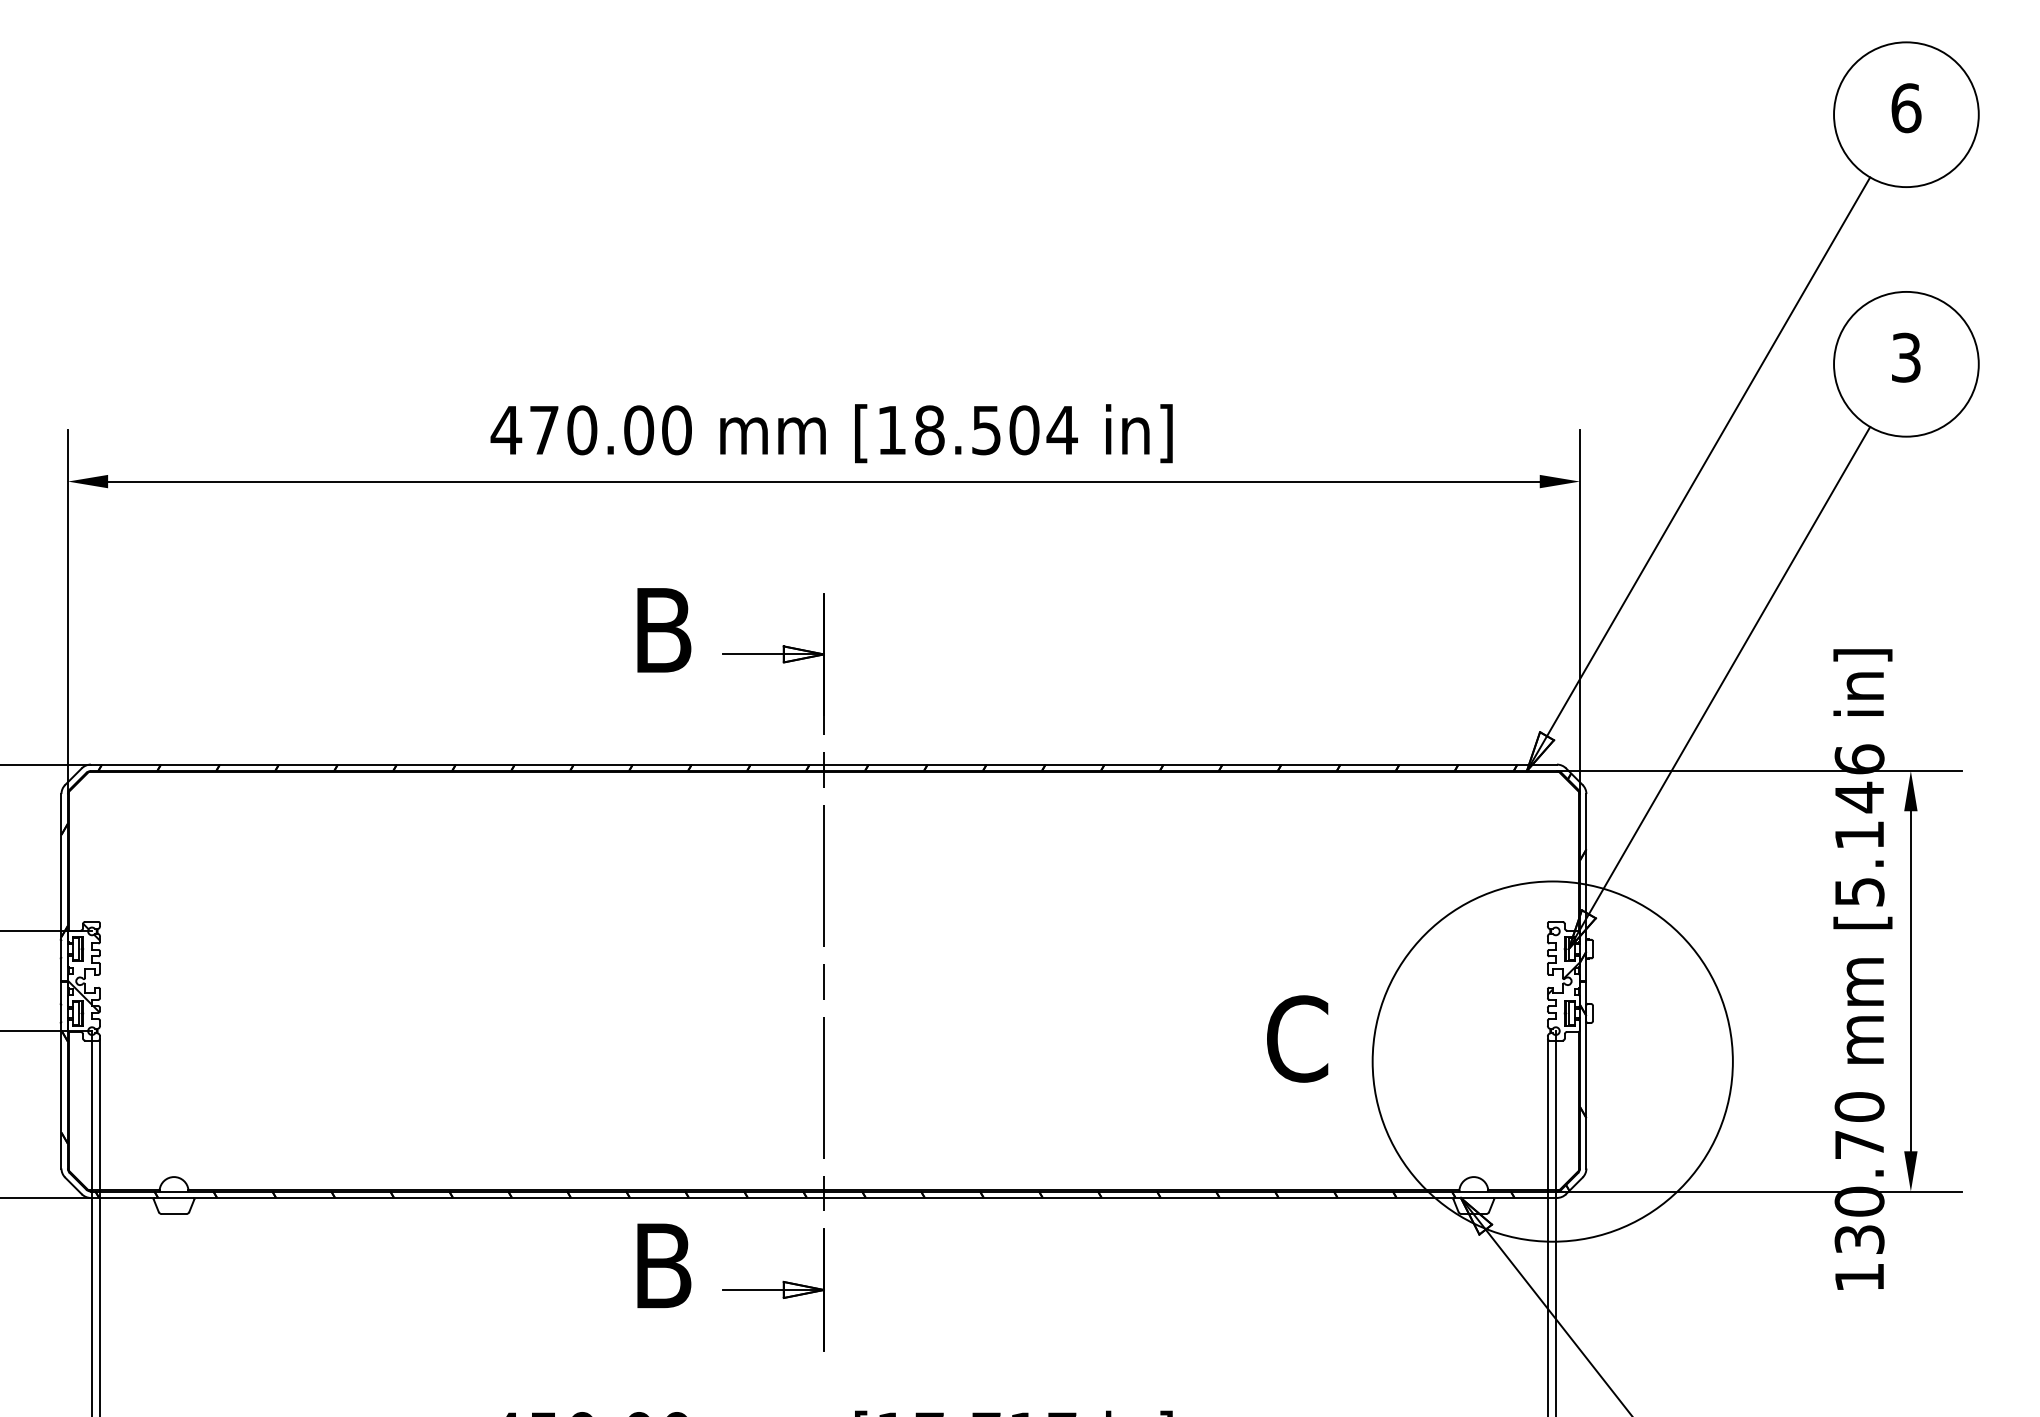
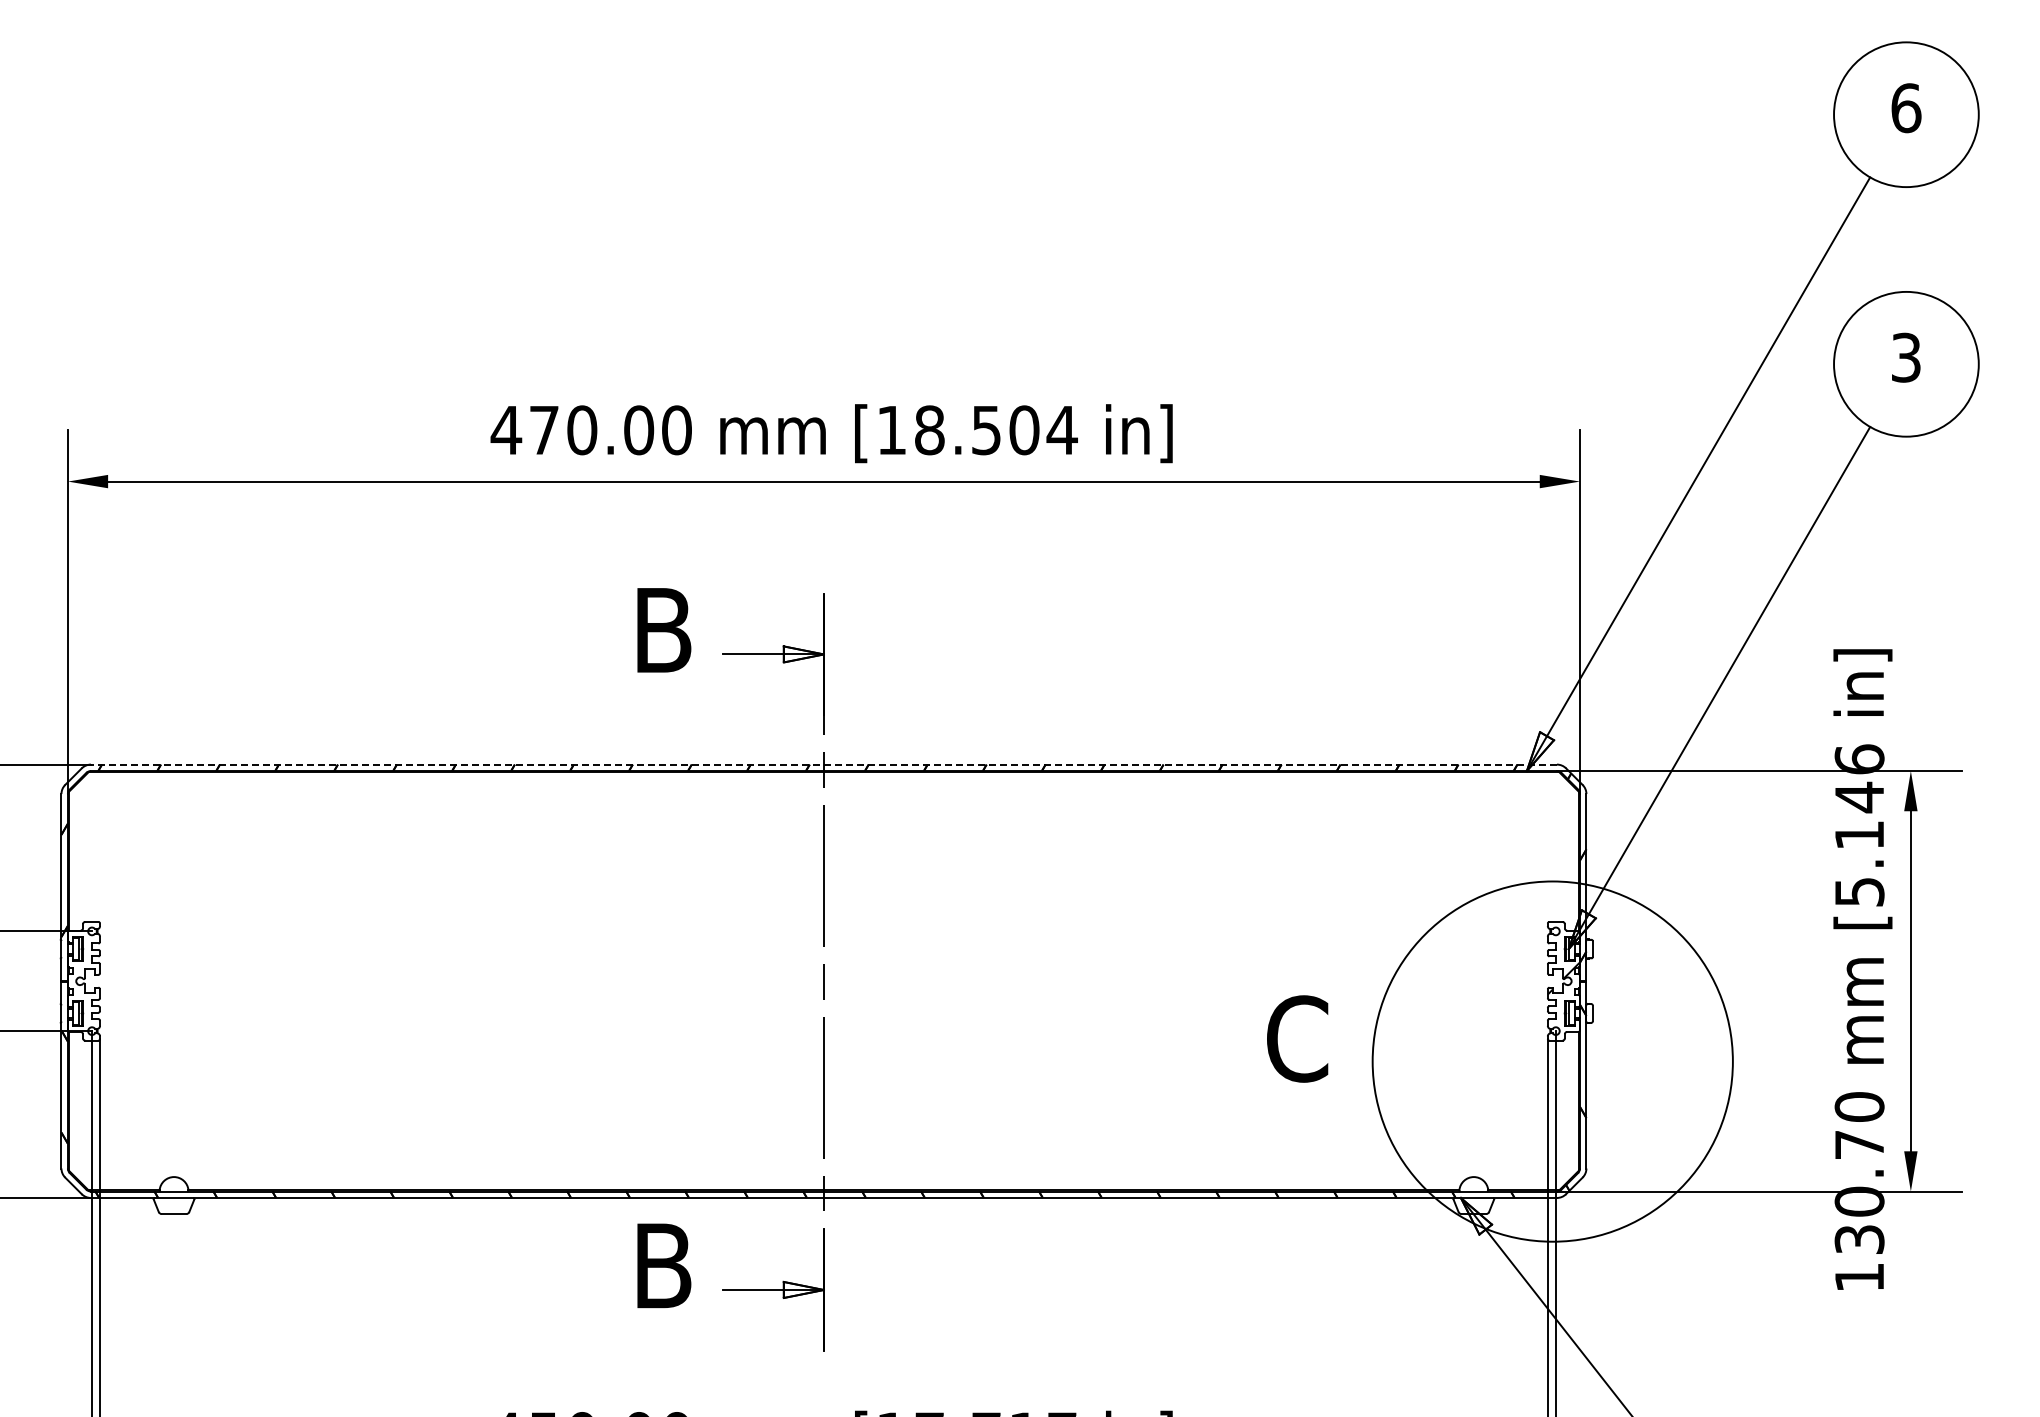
line at (823, 764): solid -> dashed
hatch at (83, 967): present -> none
